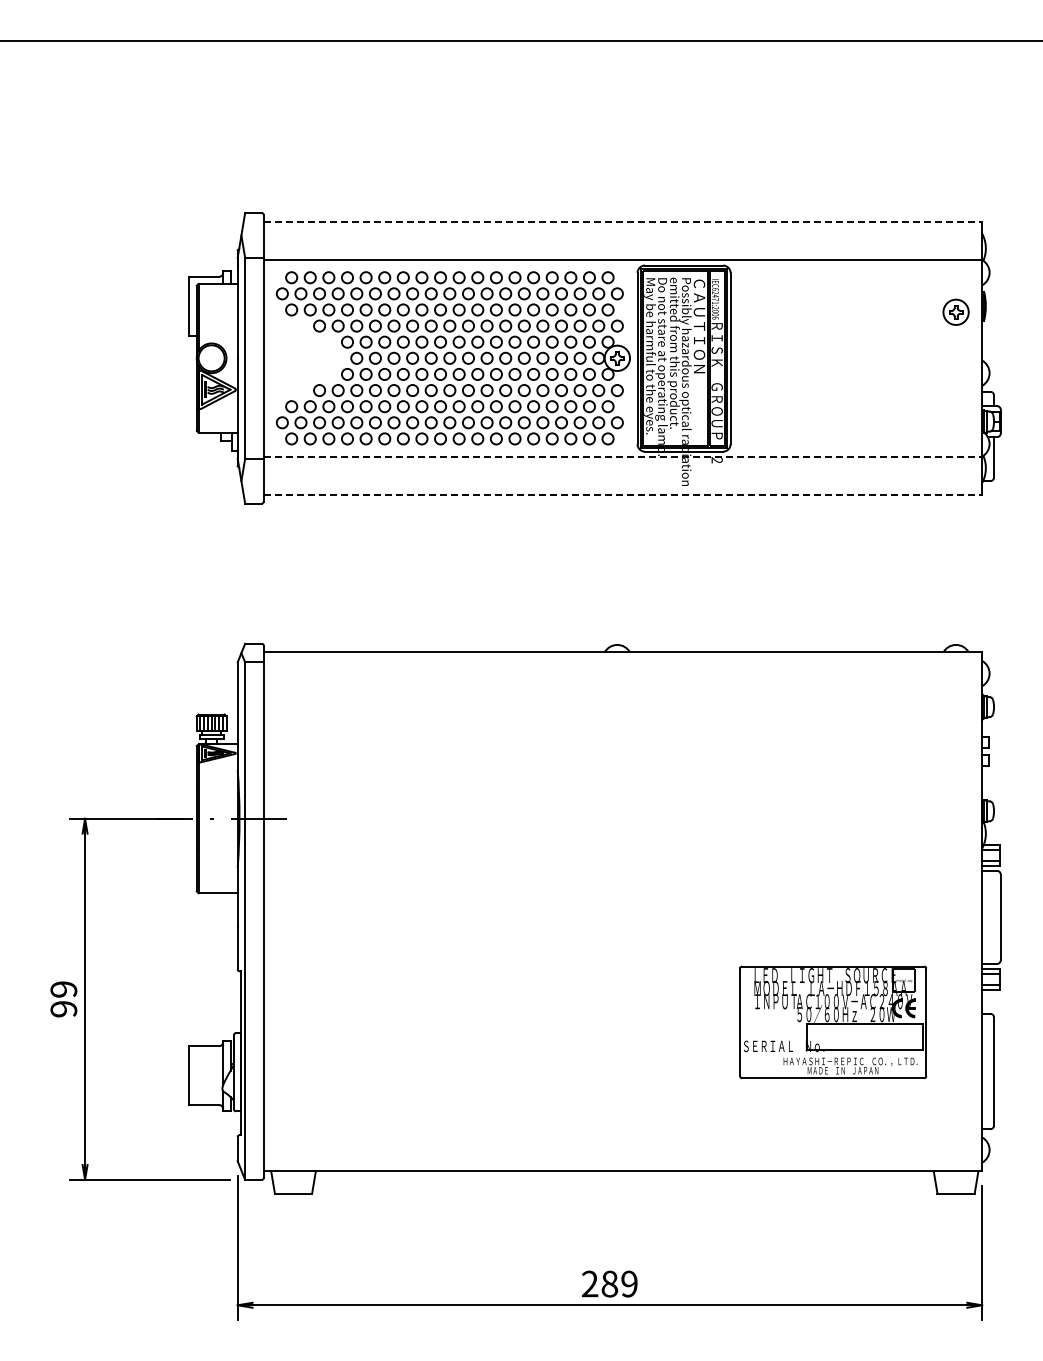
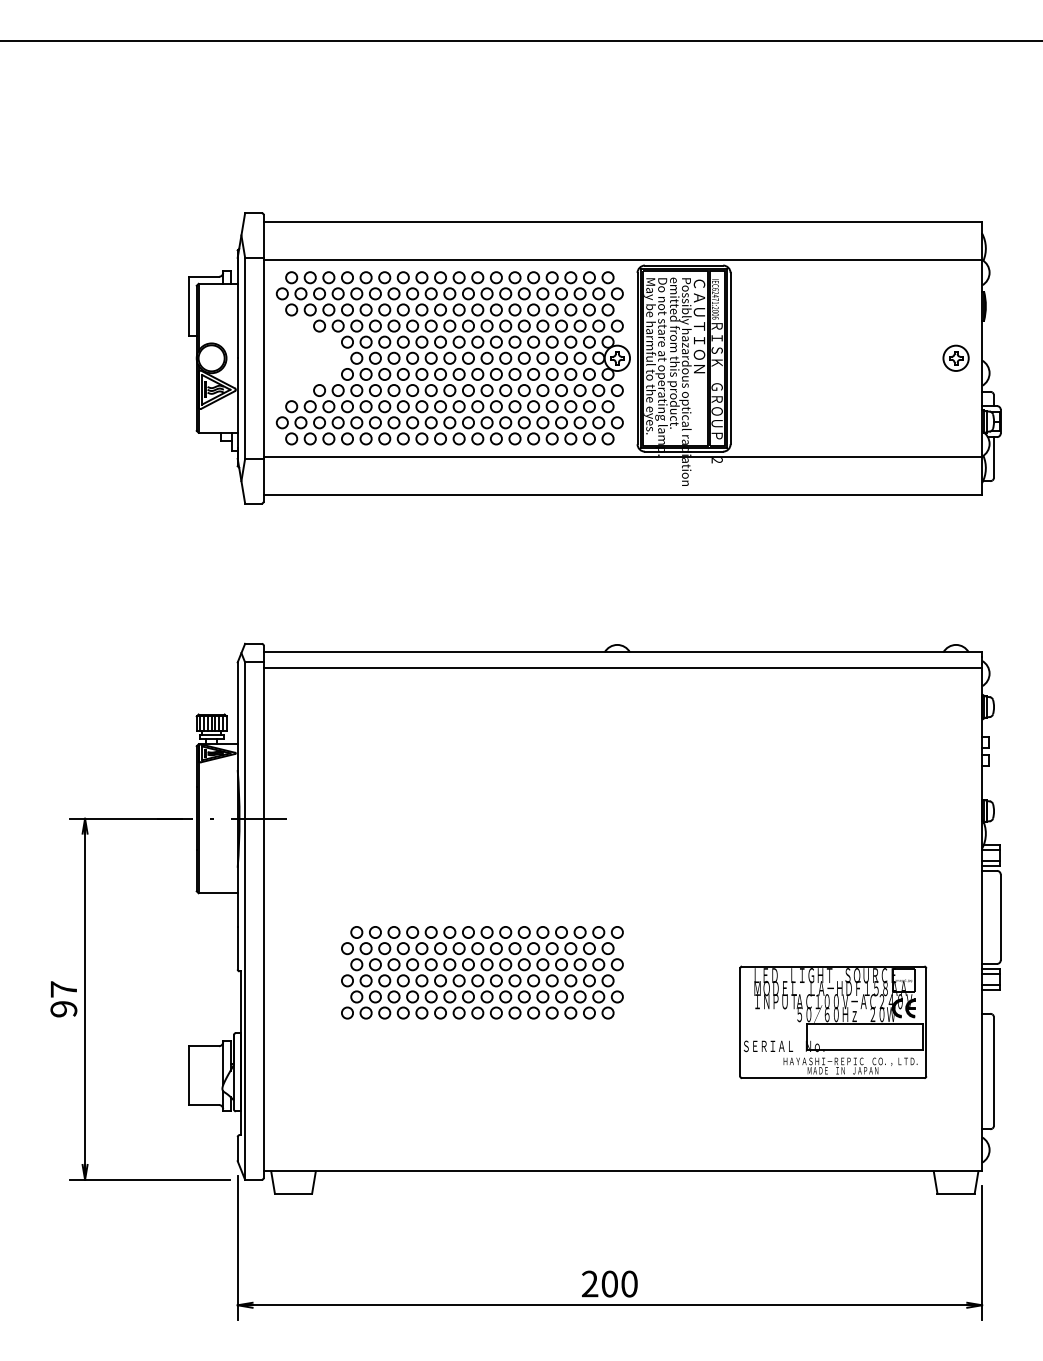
line at (623, 221): dashed -> solid
part at (955, 311) position: (955, 311) -> (955, 357)
line at (623, 456): dashed -> solid
line at (623, 494): dashed -> solid
line at (622, 668): none -> present
part at (482, 972): none -> present
text at (63, 989): 99 -> 97
text at (619, 1283): 289 -> 200
